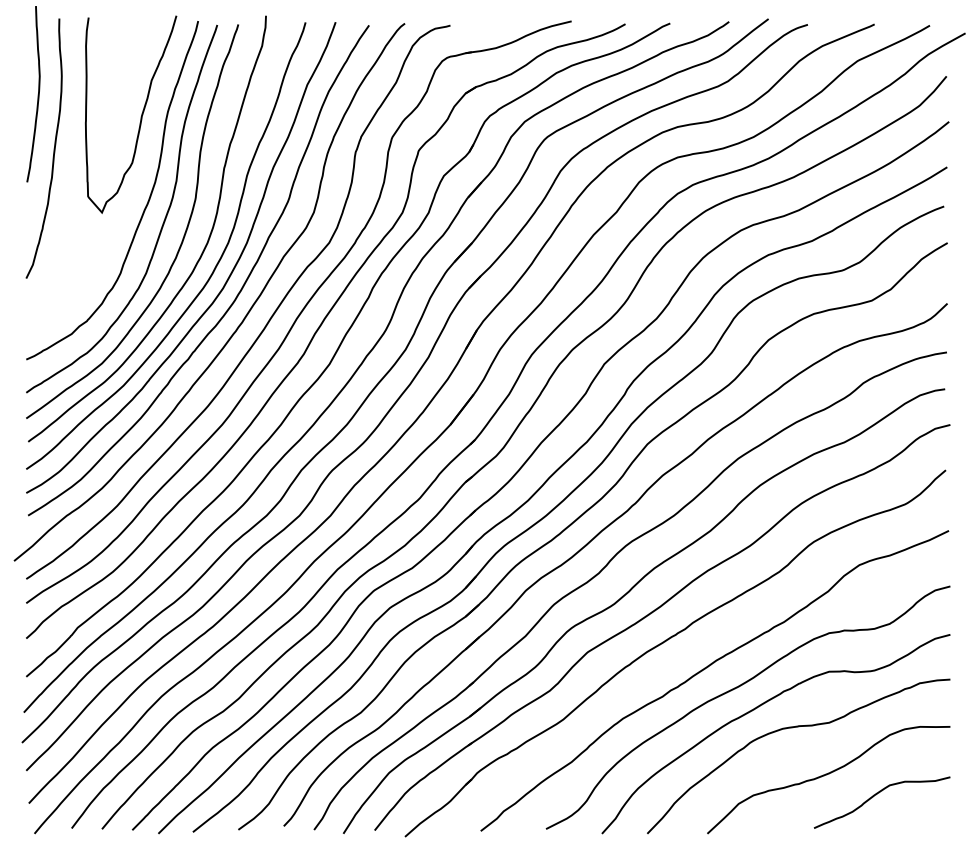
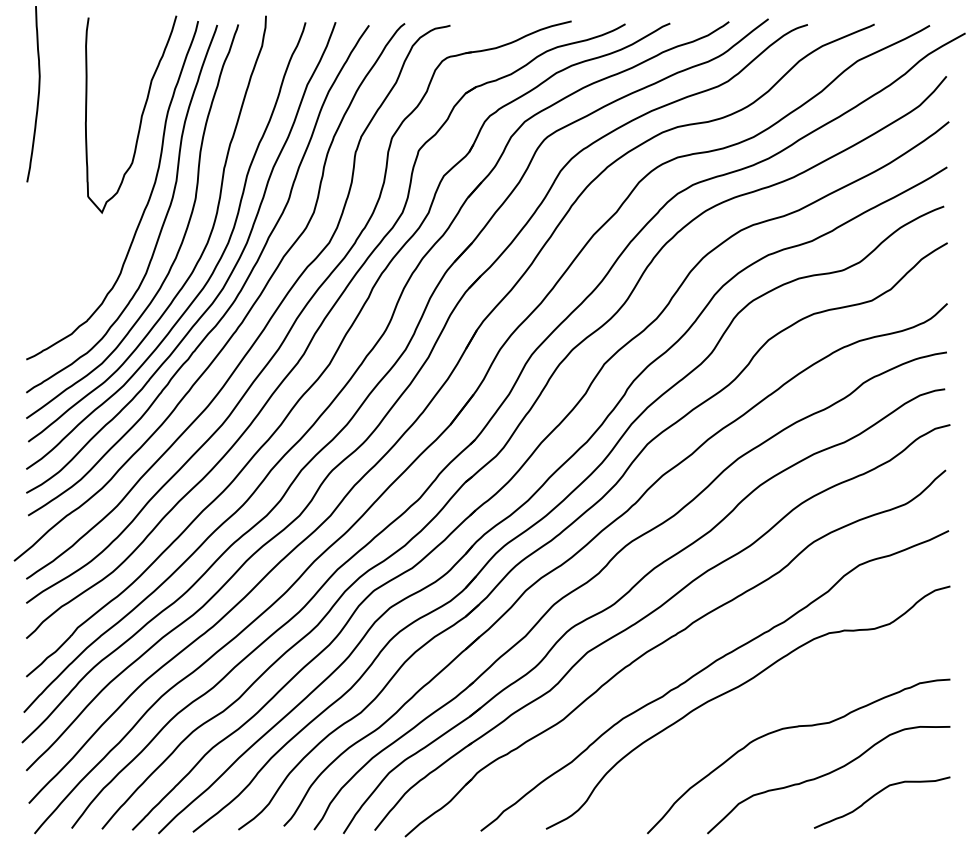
curve at (53, 148): present -> none
curve at (757, 708): present -> none
